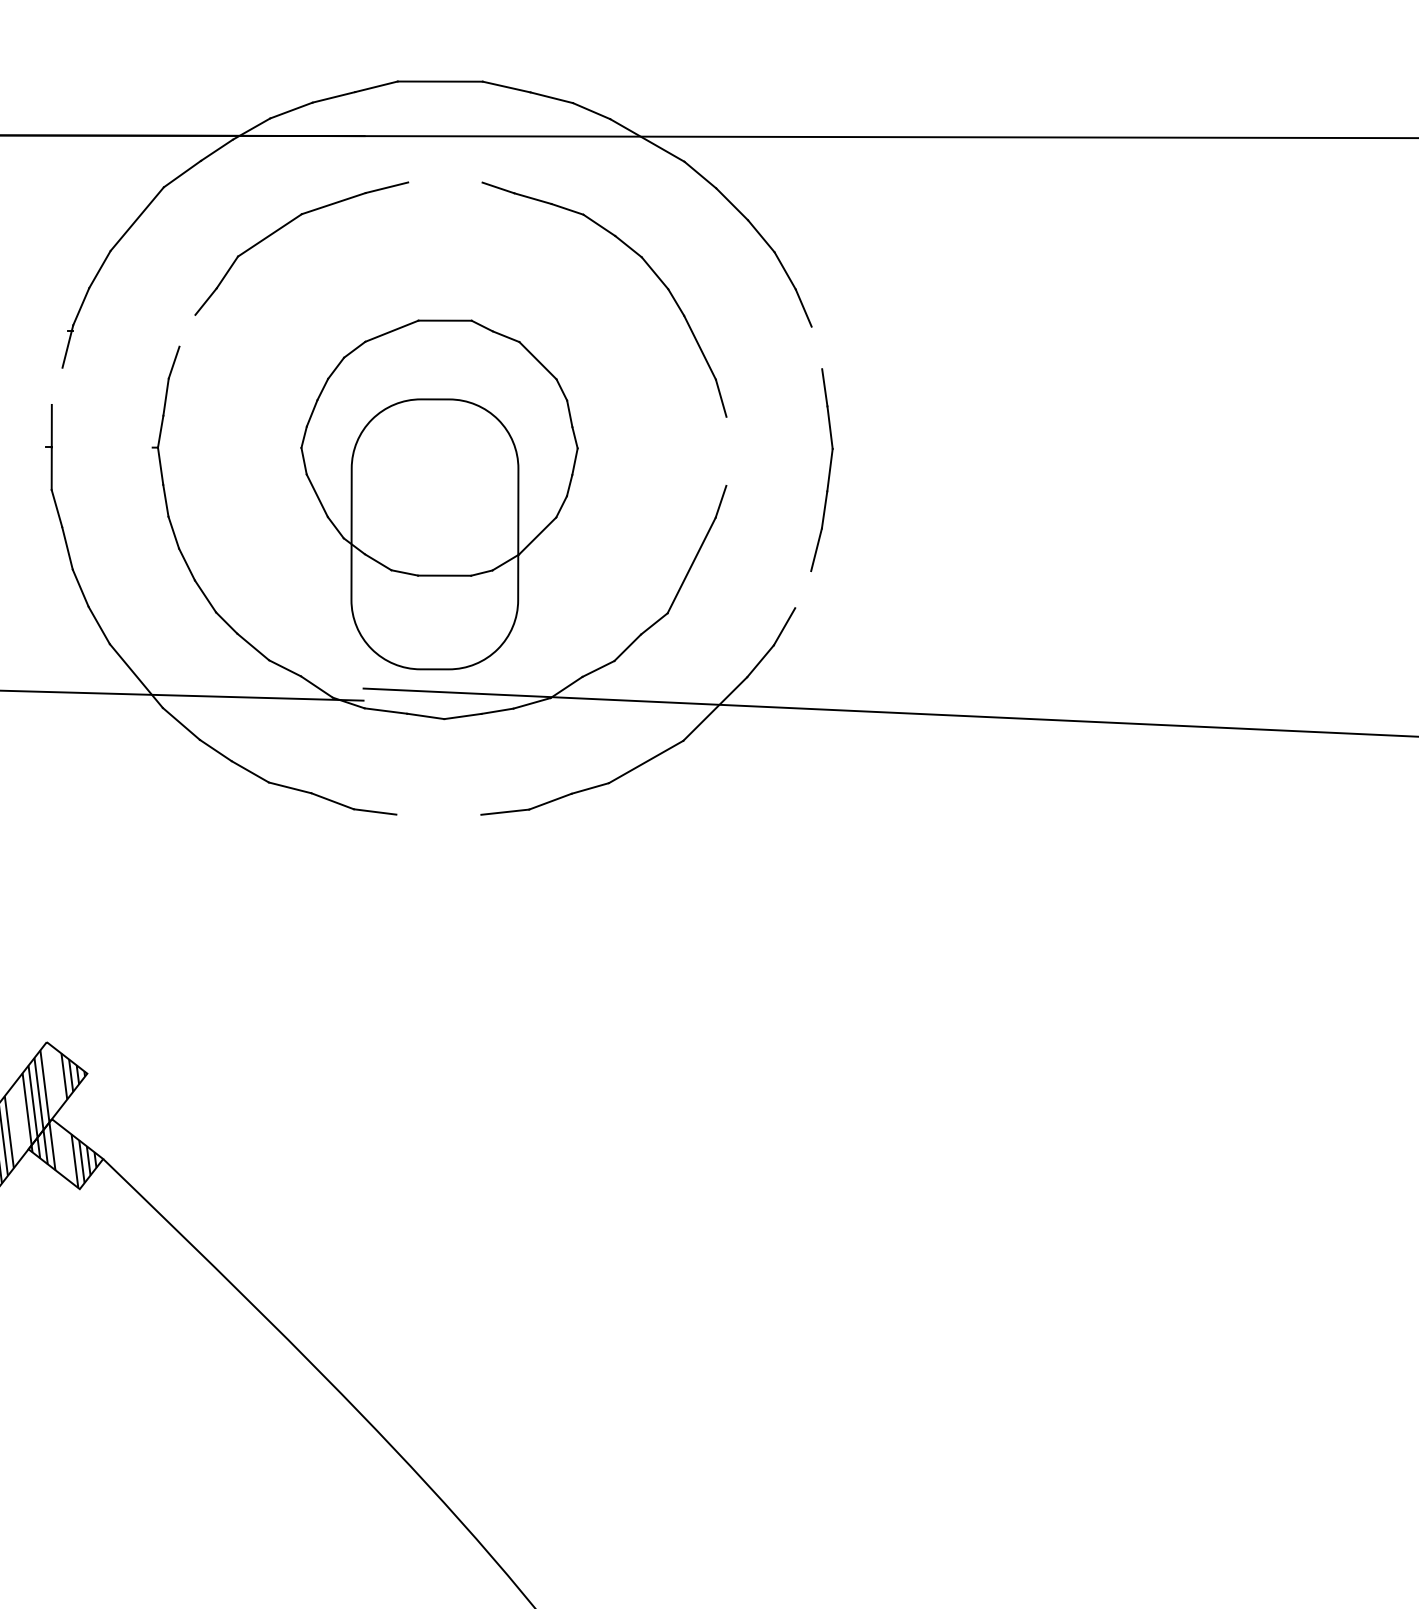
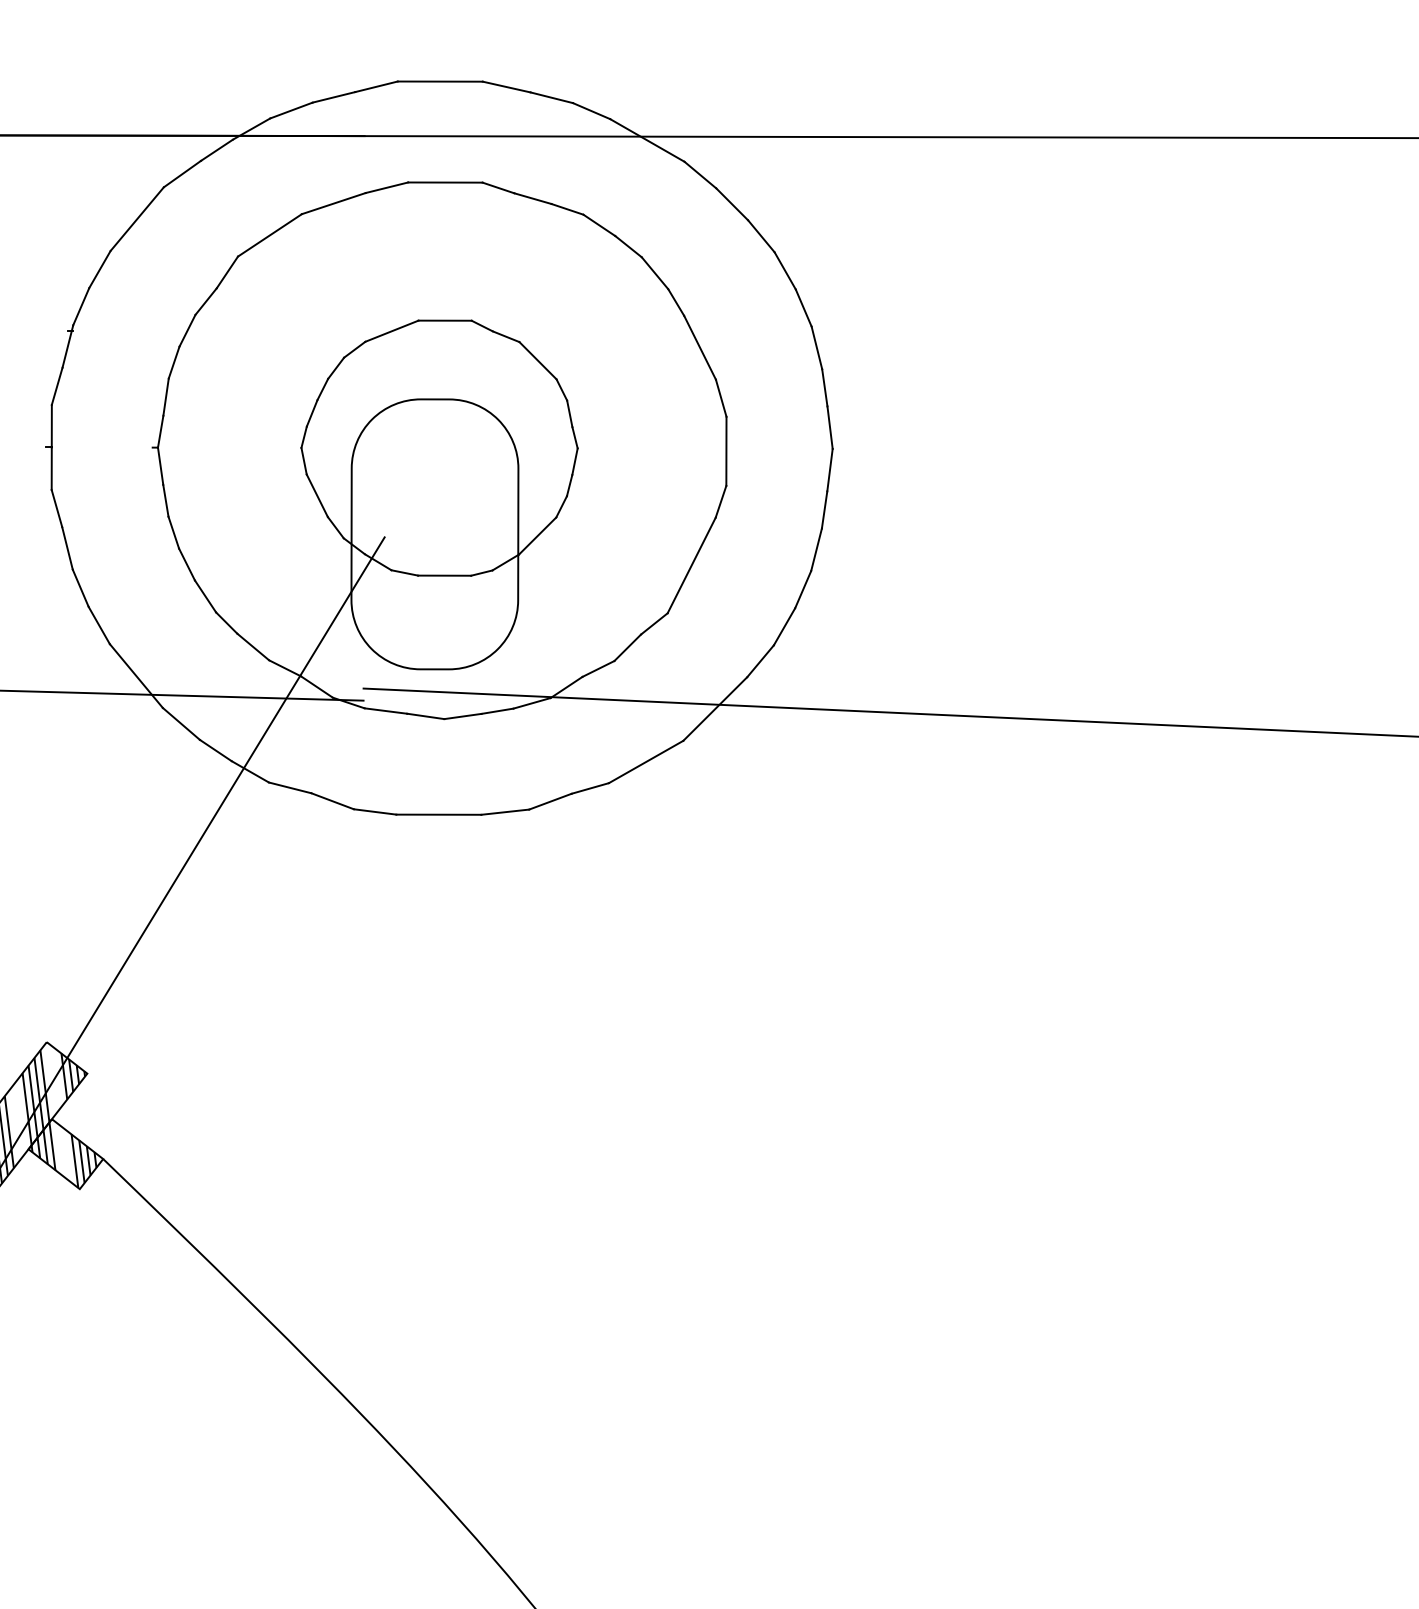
line at (445, 182): none -> present
line at (187, 330): none -> present
line at (816, 347): none -> present
line at (56, 385): none -> present
line at (726, 450): none -> present
line at (803, 589): none -> present
line at (438, 814): none -> present
line at (193, 850): none -> present
